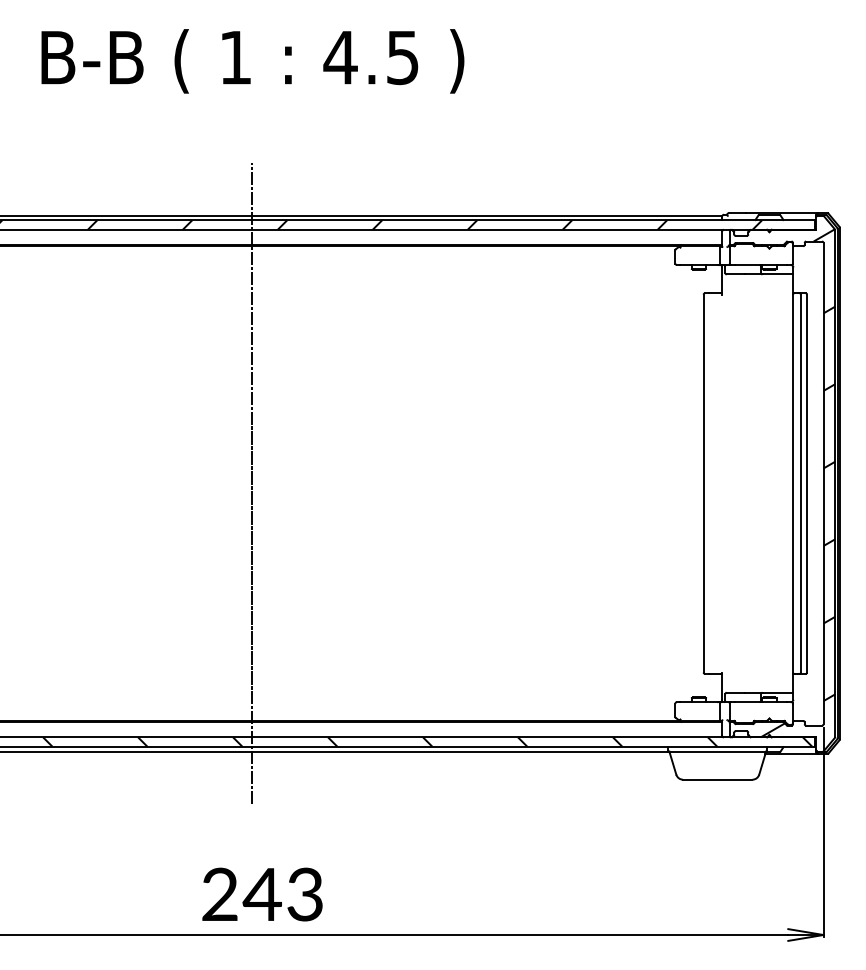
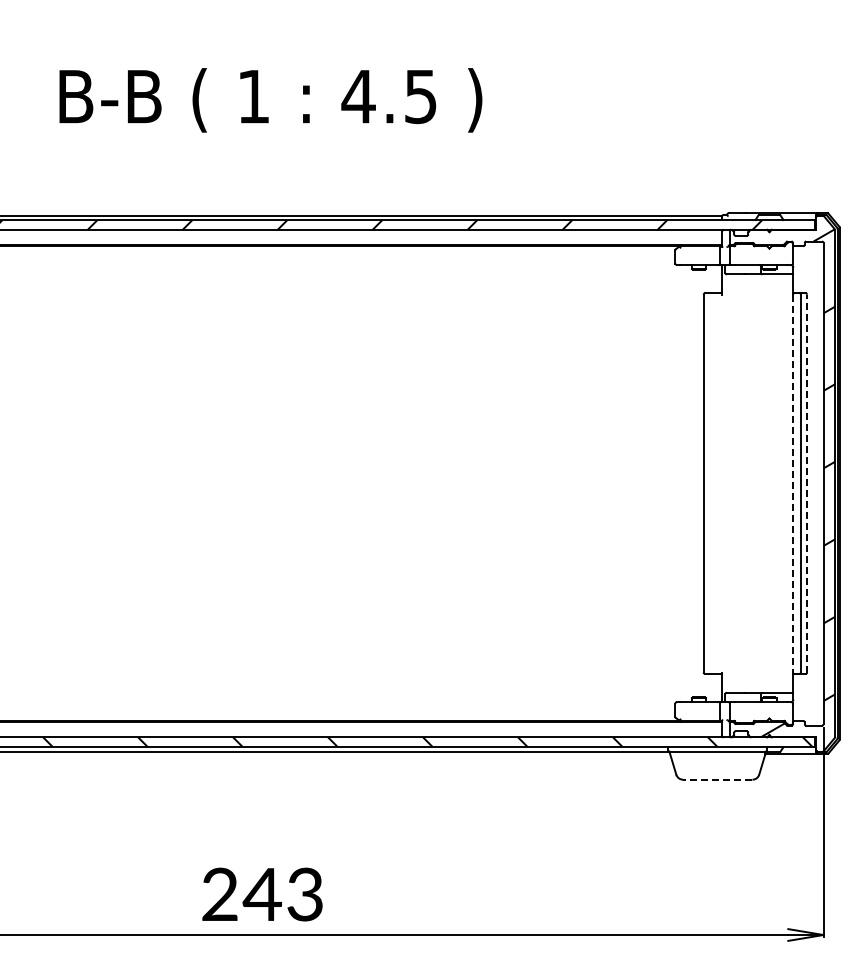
text at (252, 61) position: (252, 61) -> (270, 100)
line at (252, 483): present -> none
line at (792, 483): solid -> dashed
line at (807, 483): solid -> dashed
line at (717, 779): solid -> dashed
